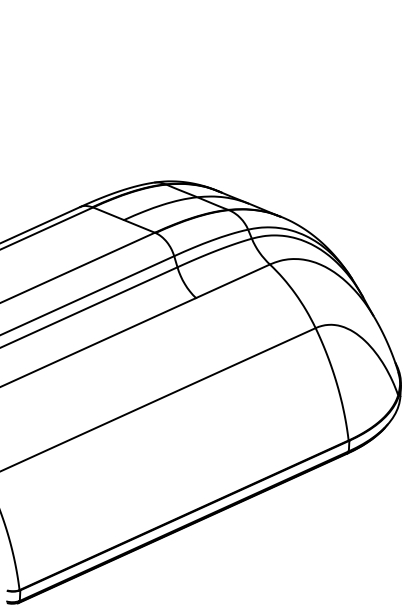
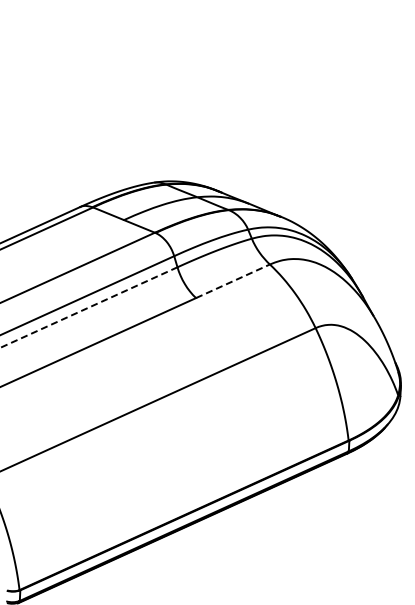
line at (232, 281): solid -> dashed
line at (89, 307): solid -> dashed
